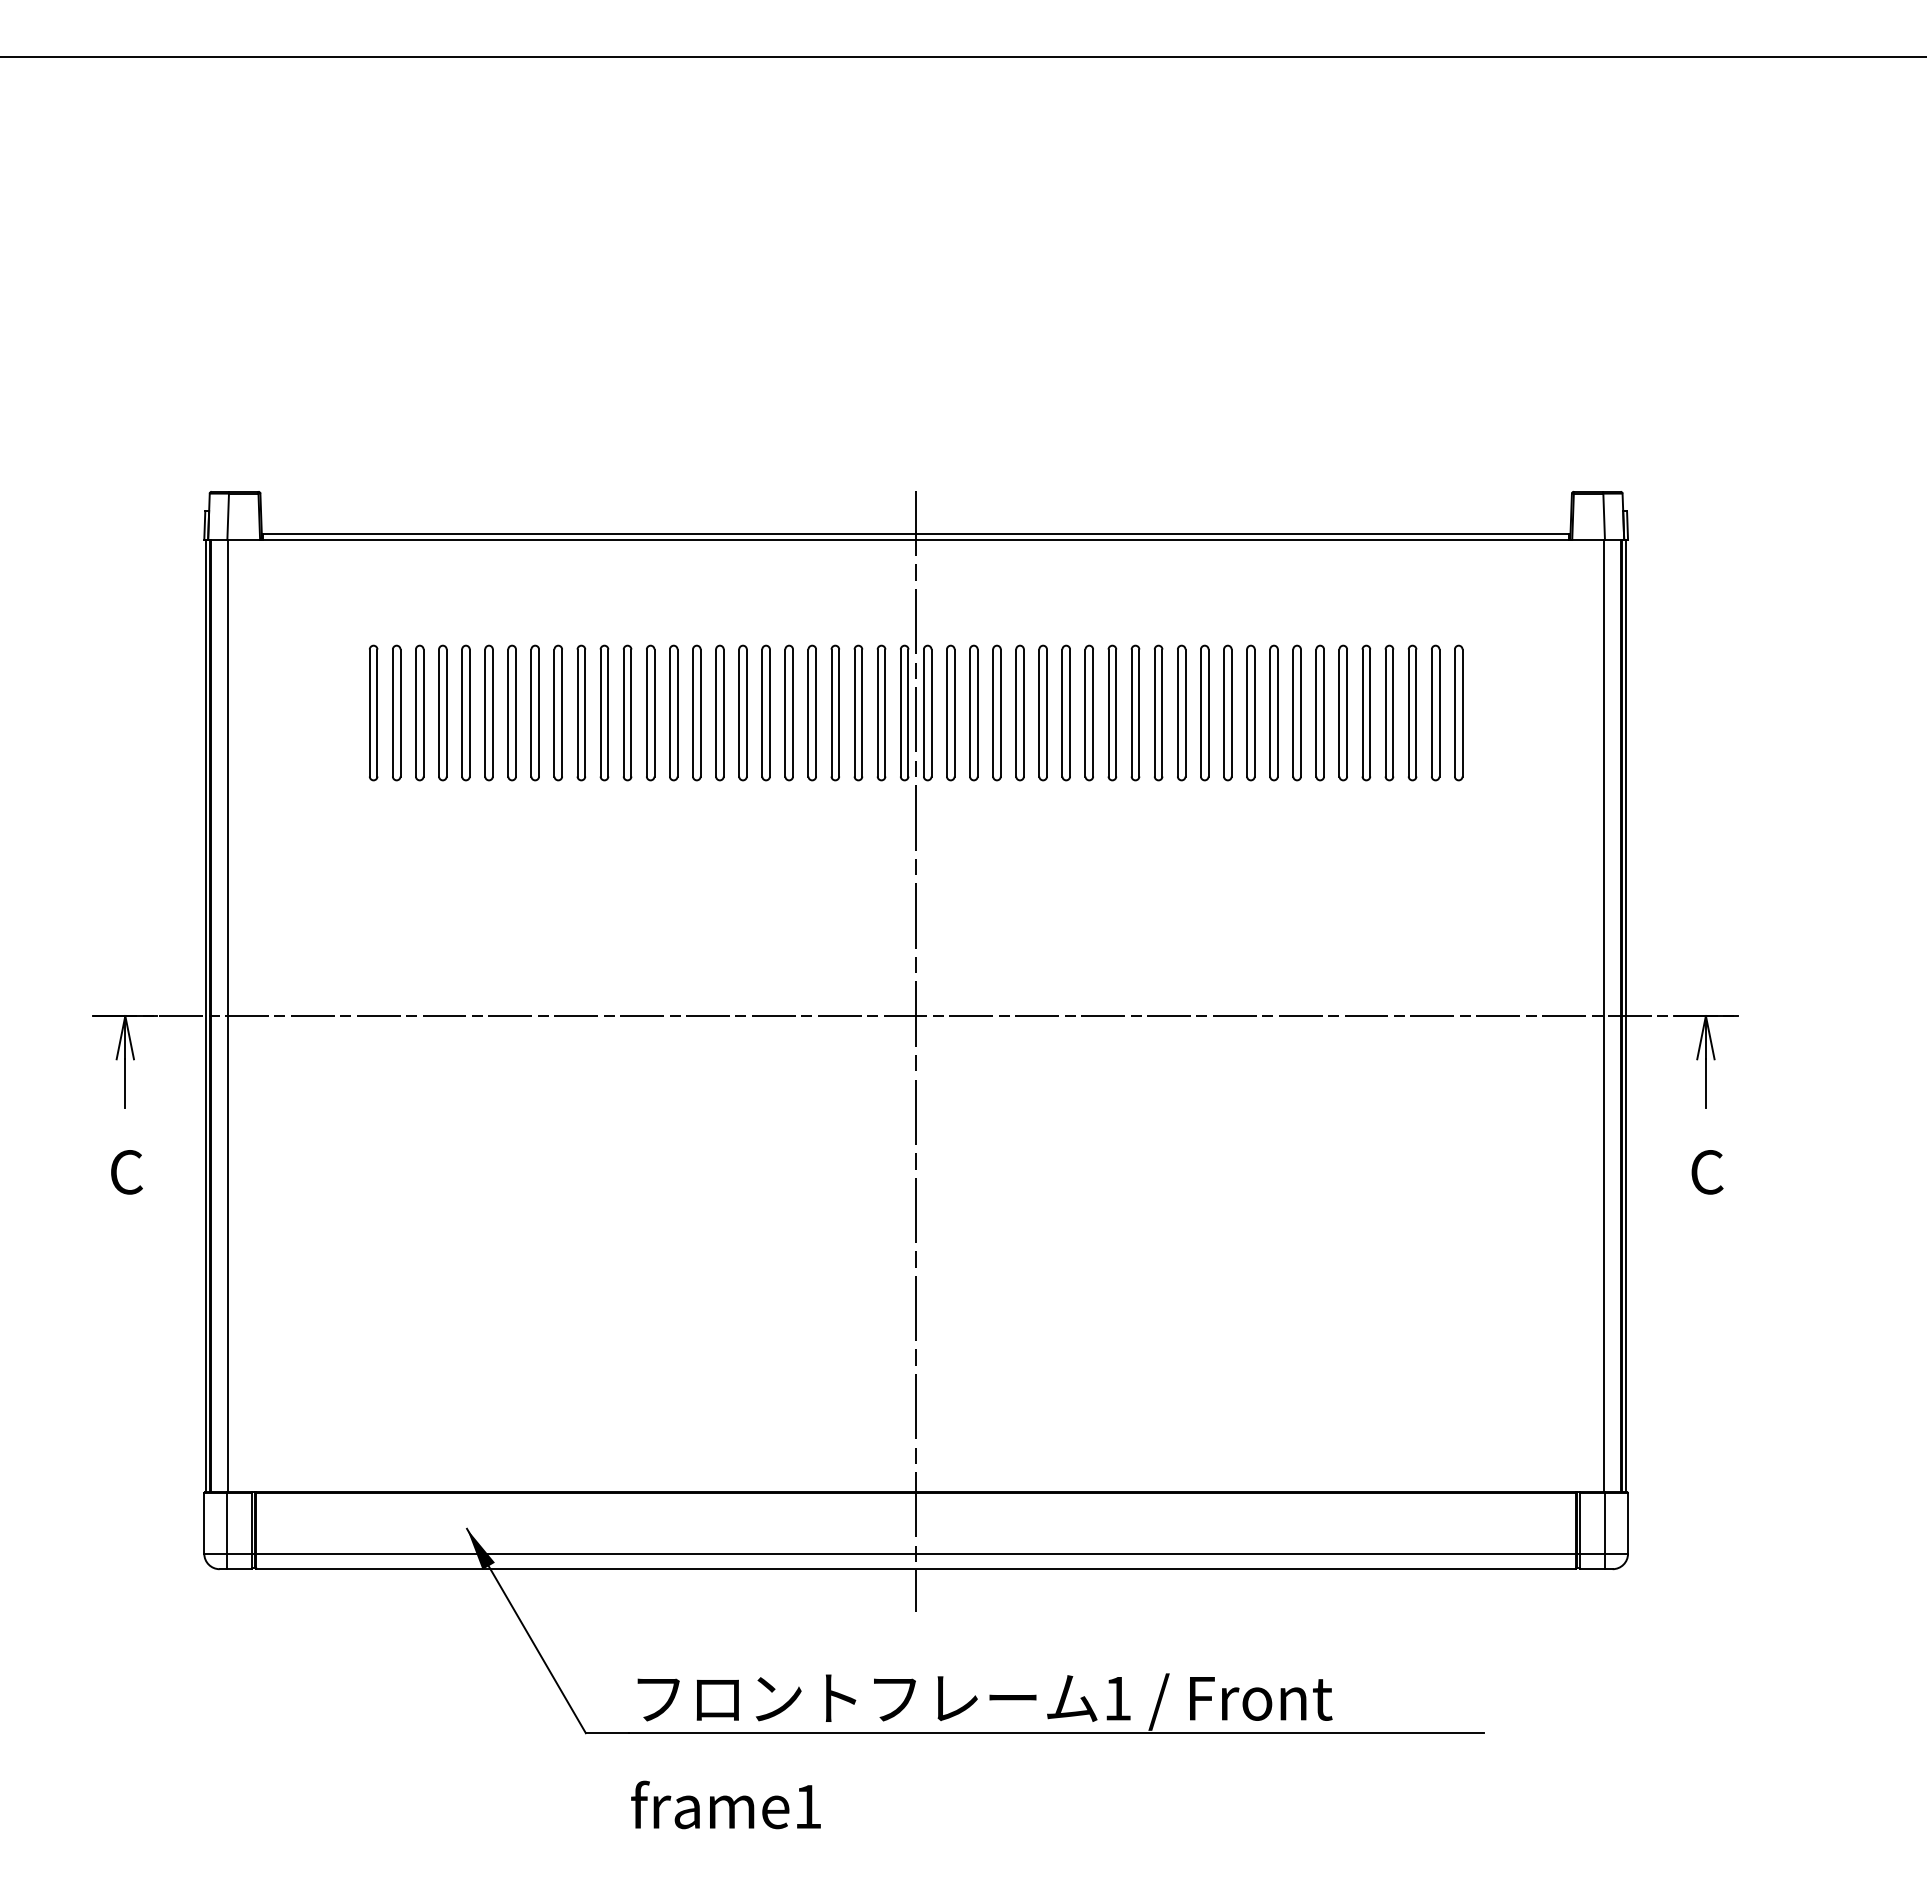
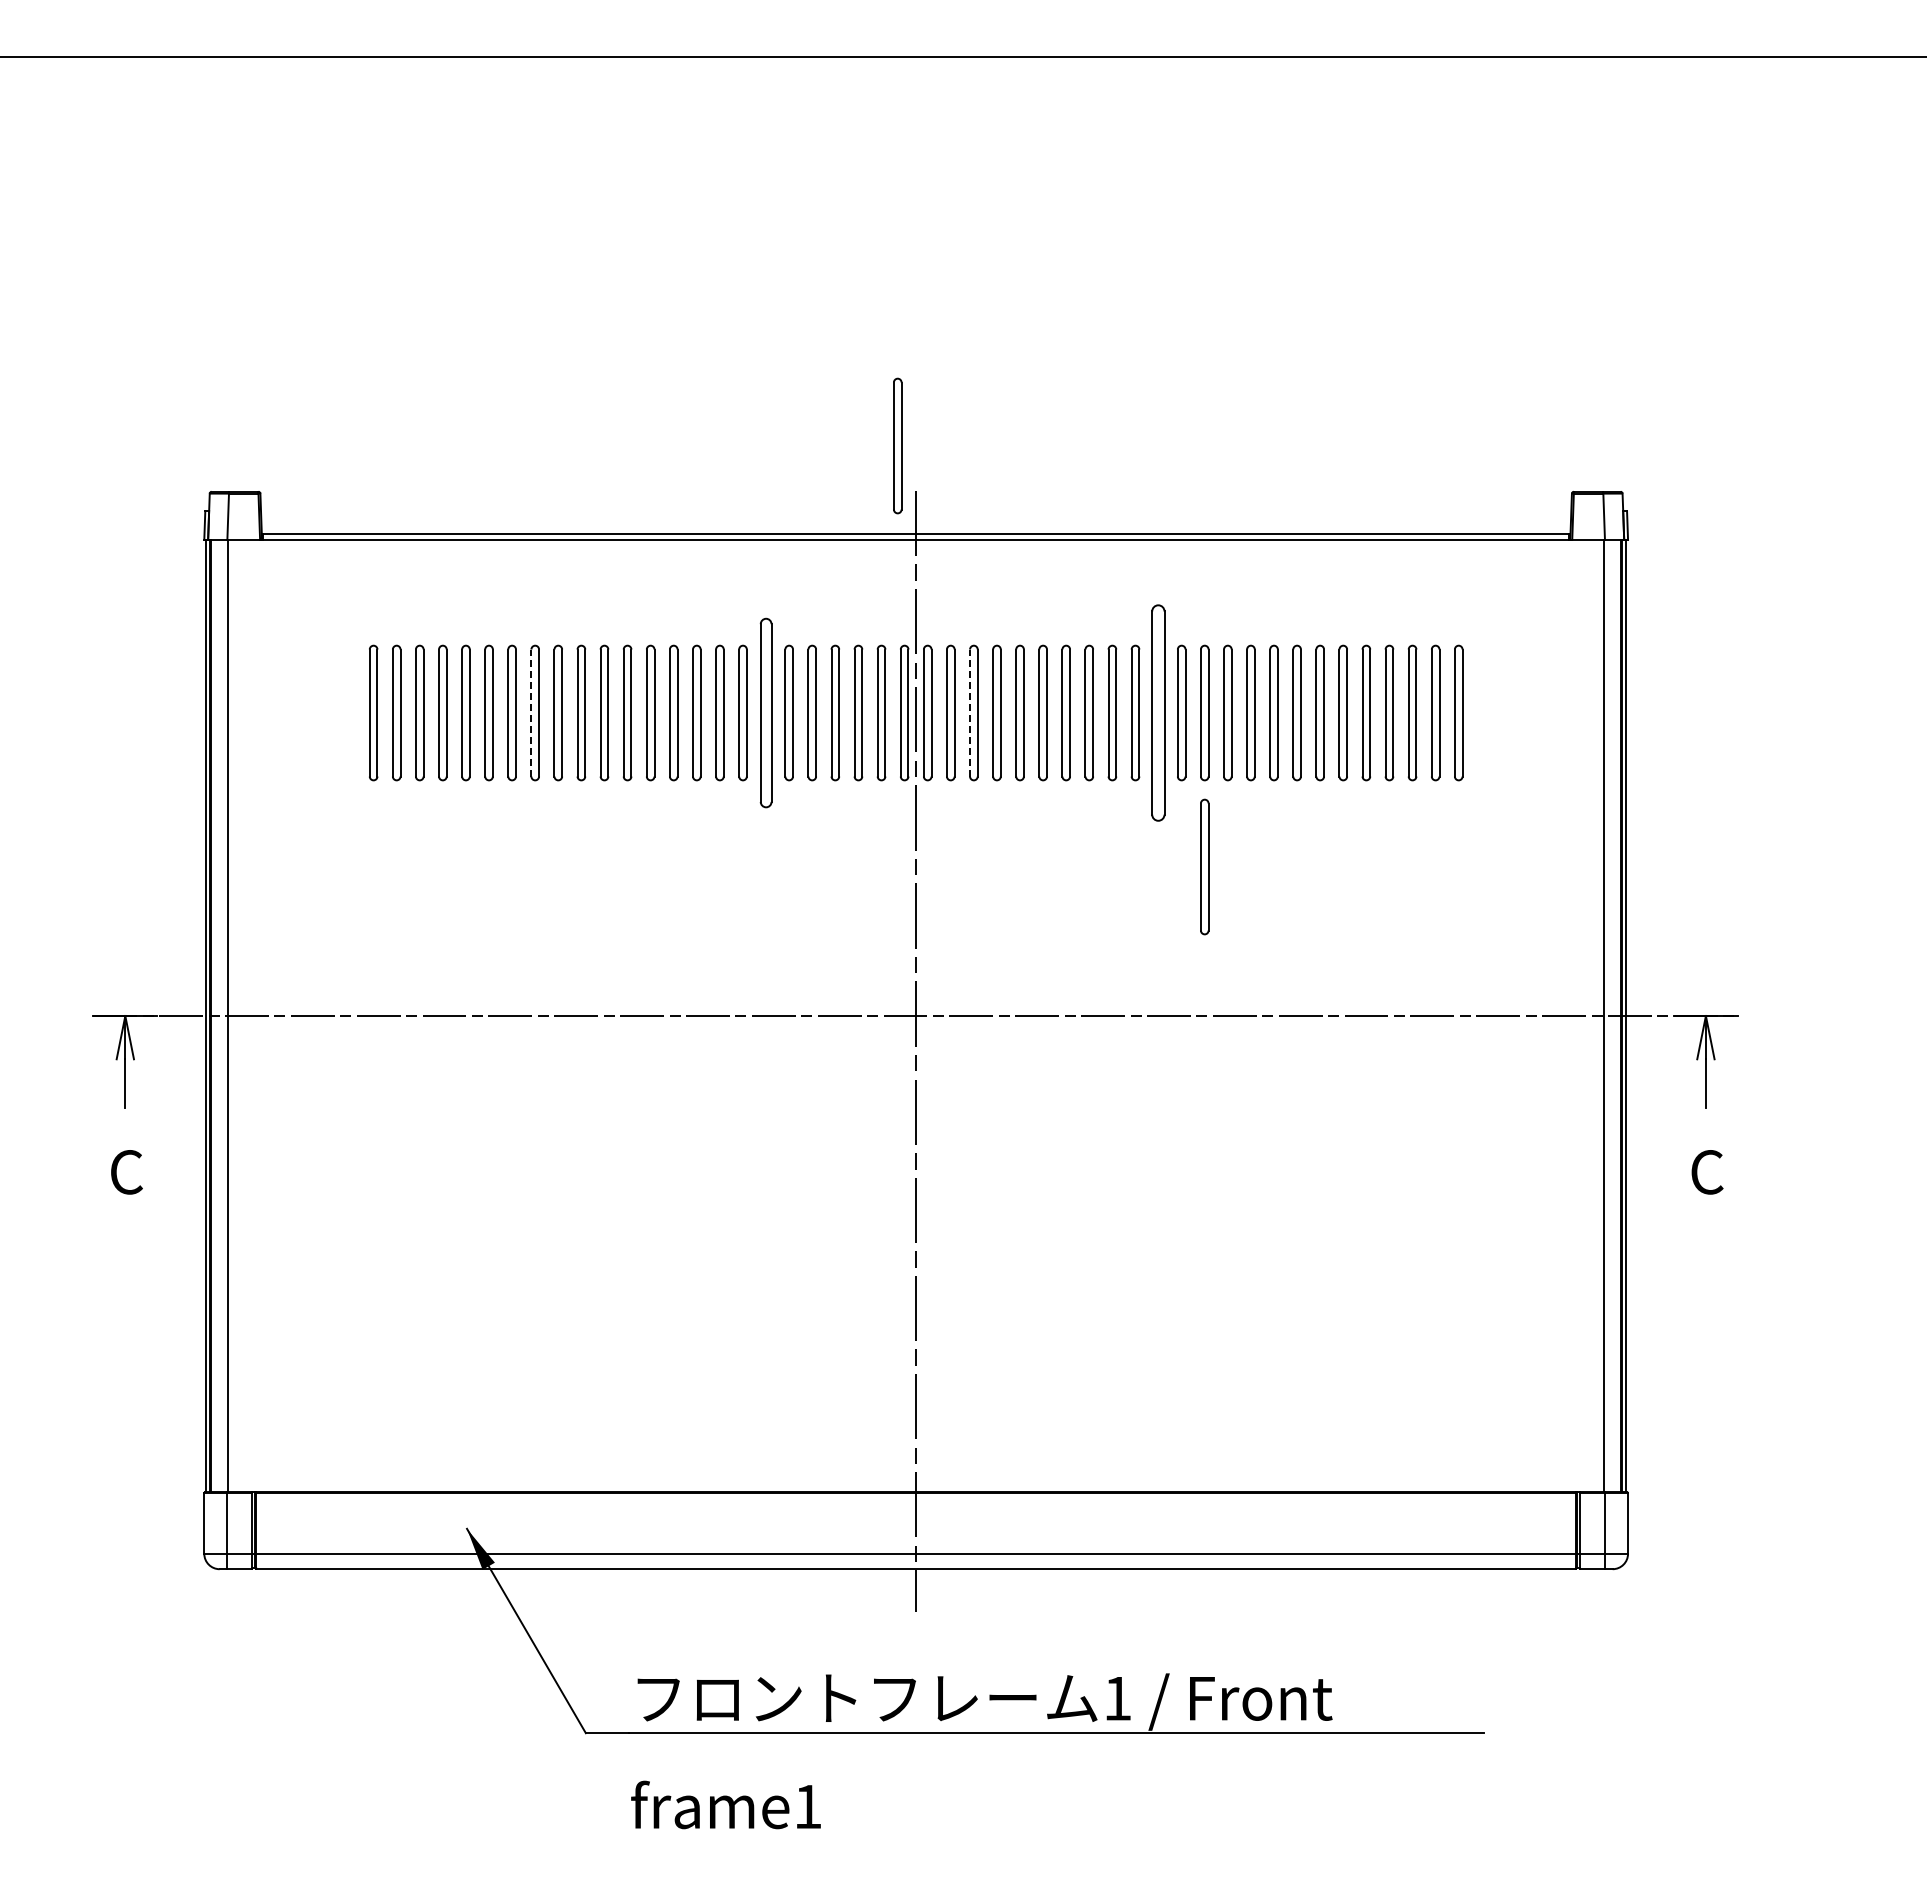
part at (897, 445): none -> present
line at (531, 712): solid -> dashed
part at (765, 712) size: 10x138 px -> 14x192 px
line at (970, 712): solid -> dashed
part at (1158, 712) size: 10x138 px -> 15x218 px
part at (1204, 866): none -> present
